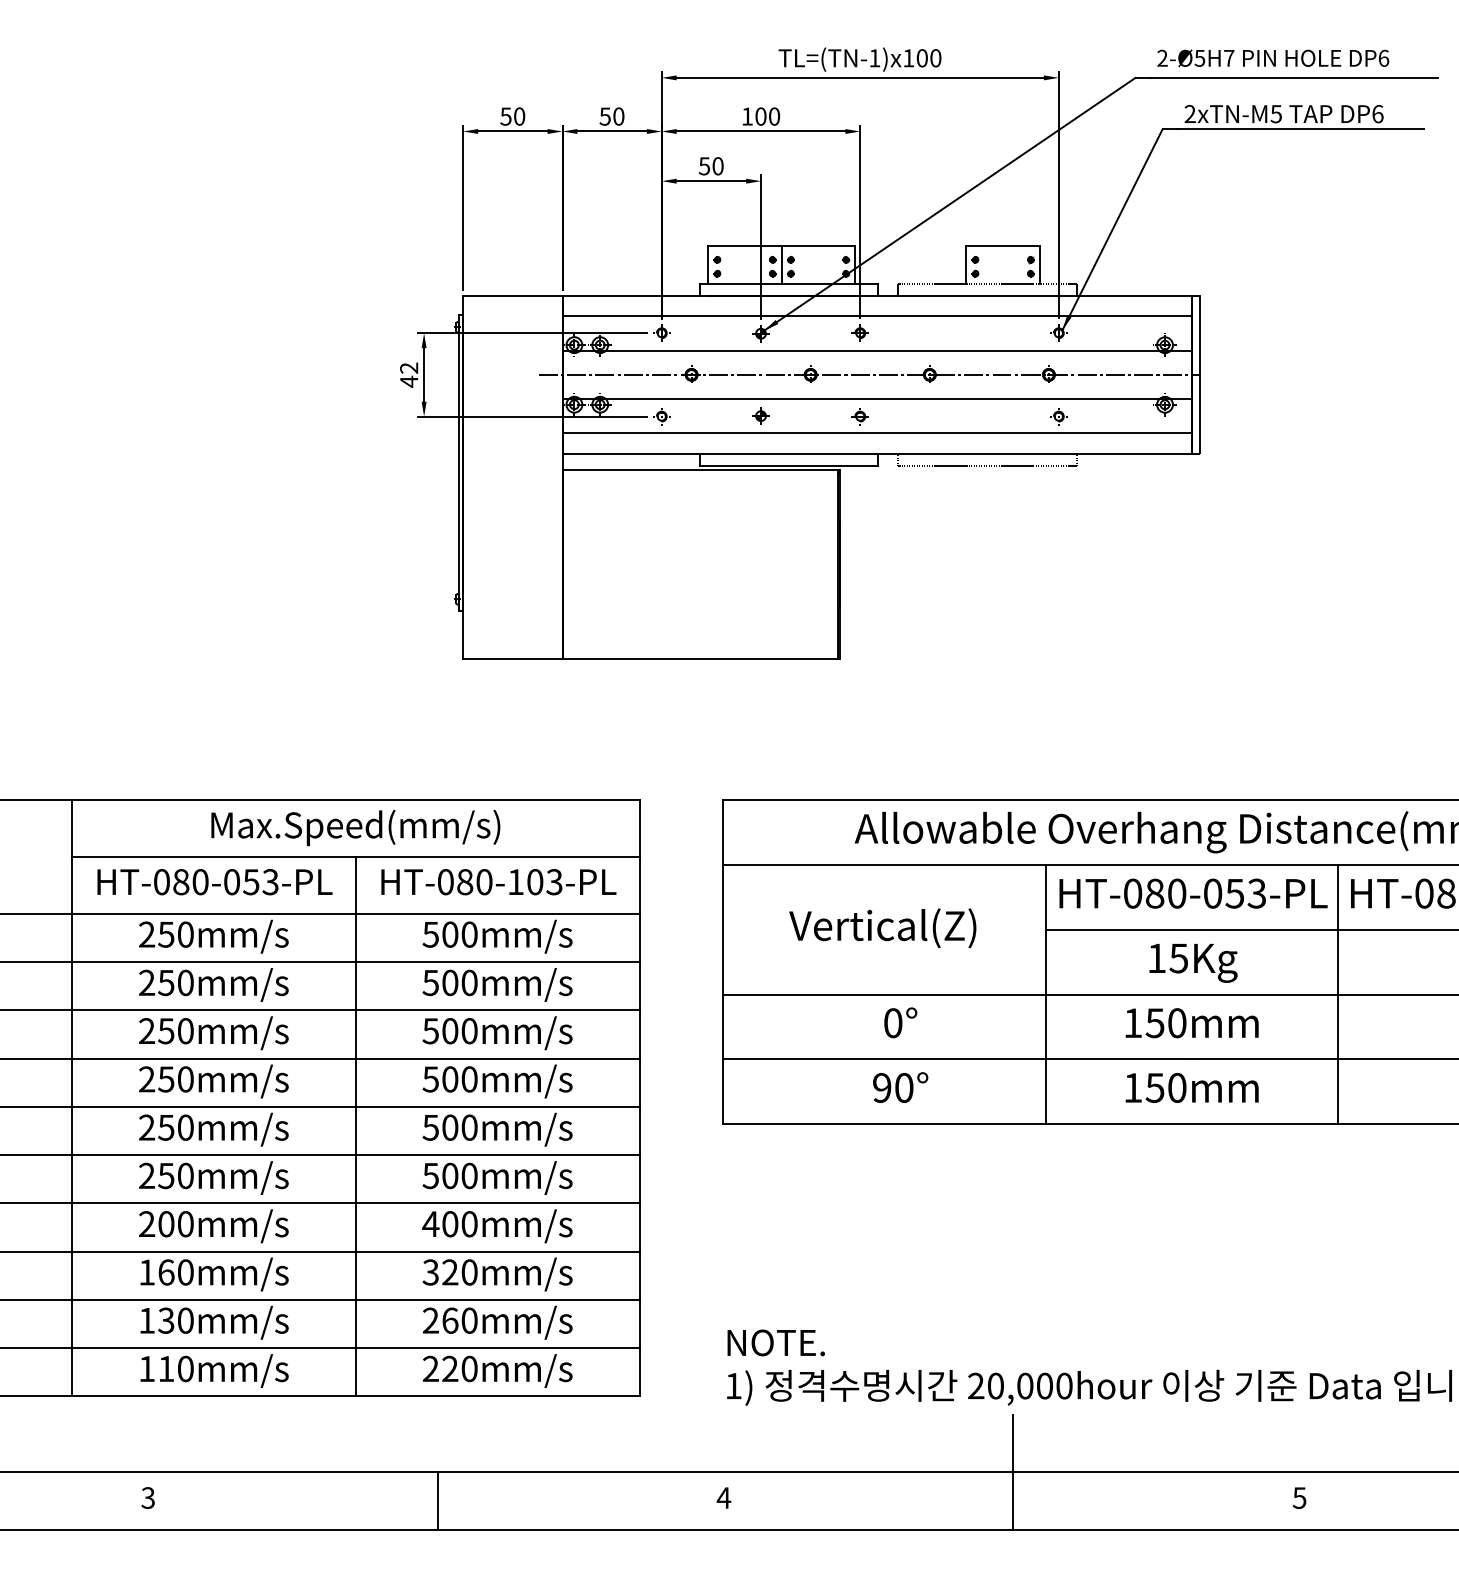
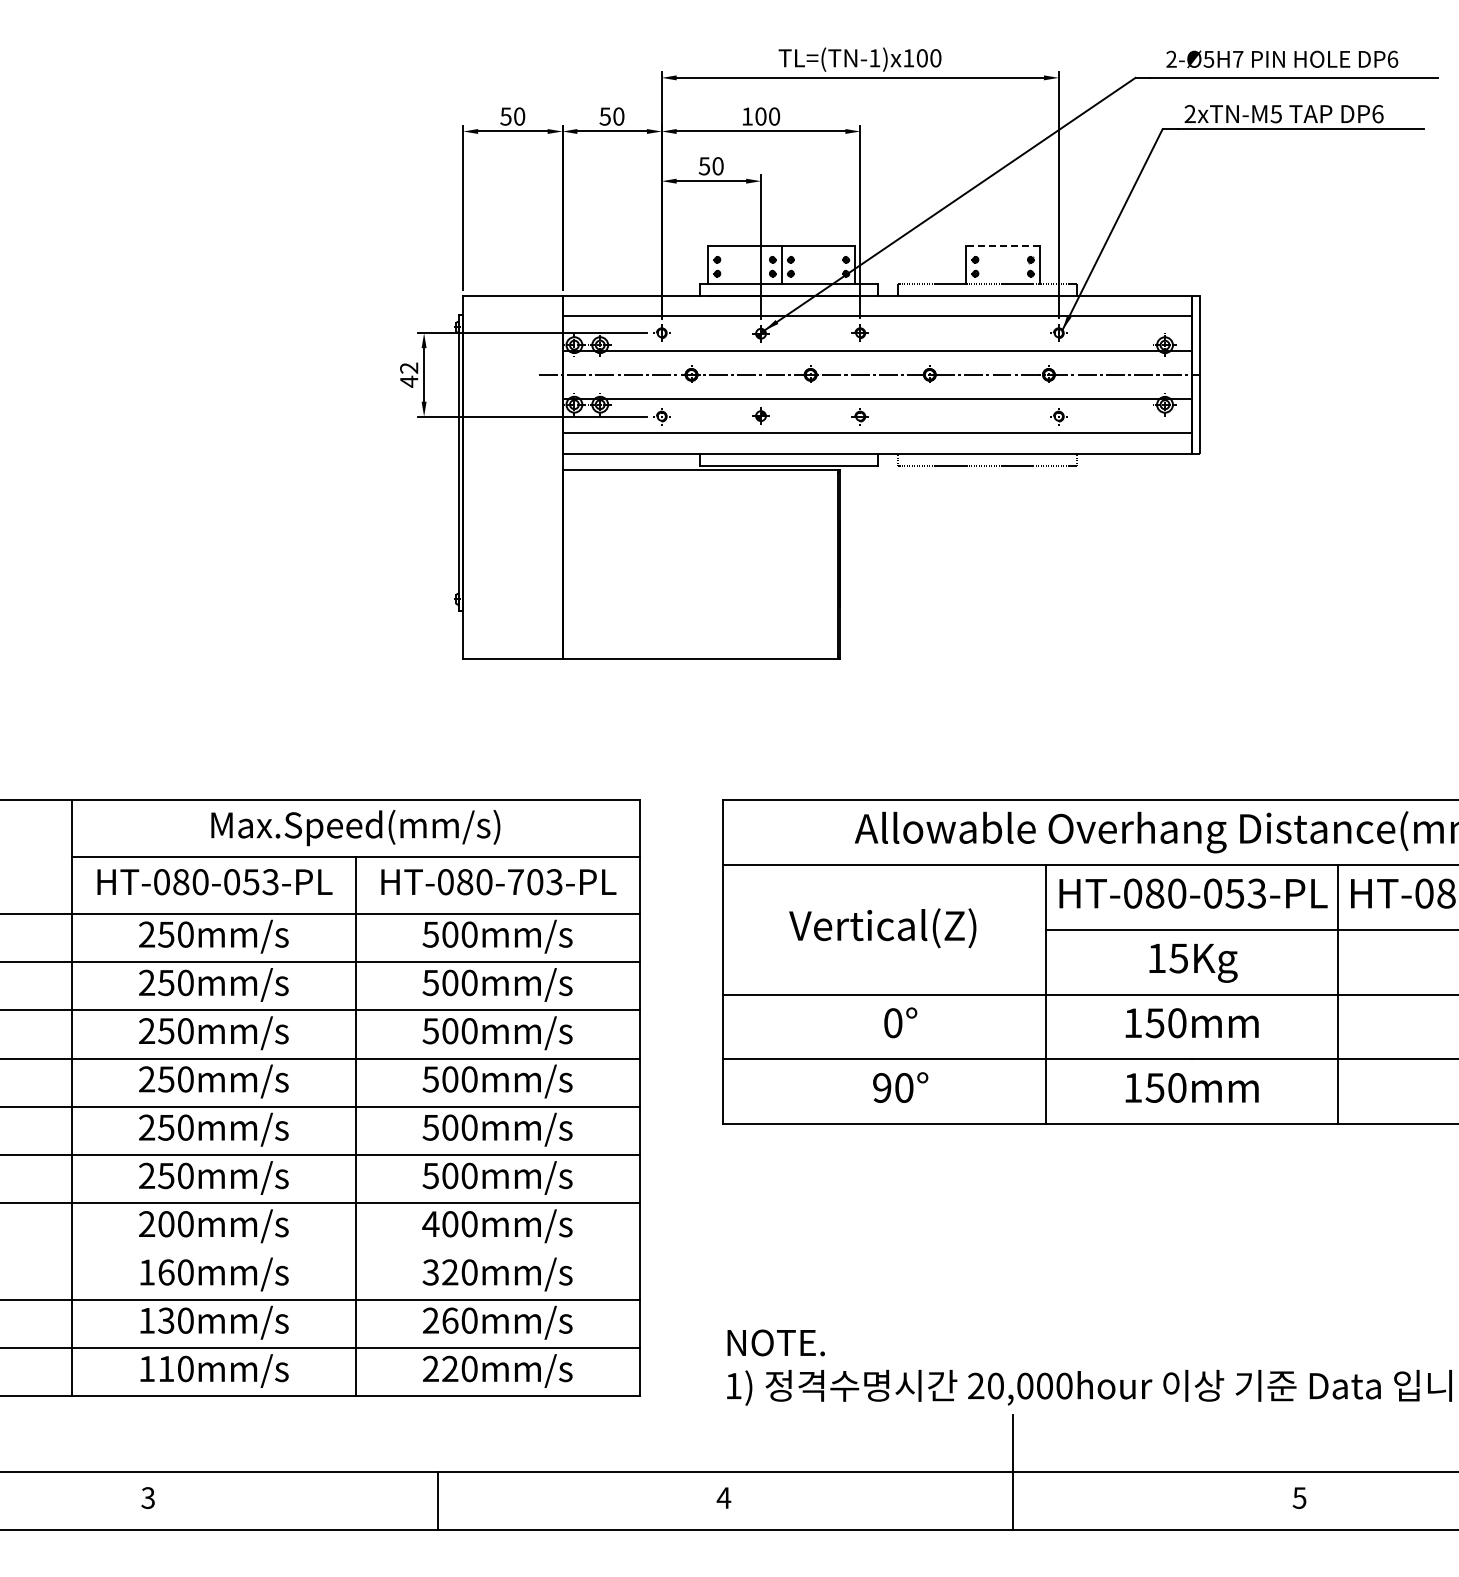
text at (1273, 58) position: (1273, 58) -> (1282, 59)
line at (1003, 245): solid -> dashed
text at (515, 881): HT-080-103-PL -> HT-080-703-PL
line at (320, 1251): present -> none
